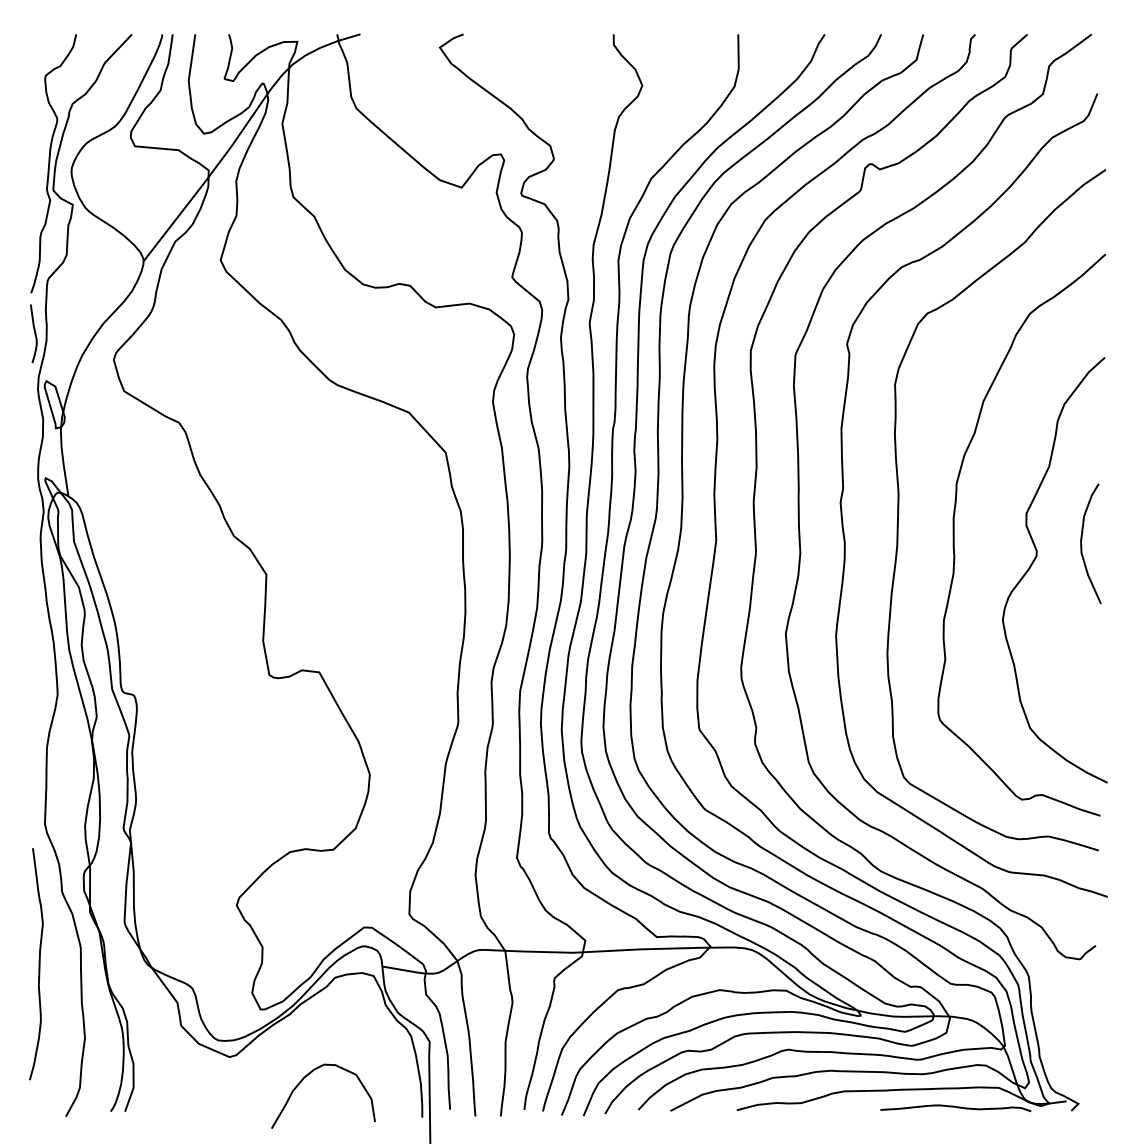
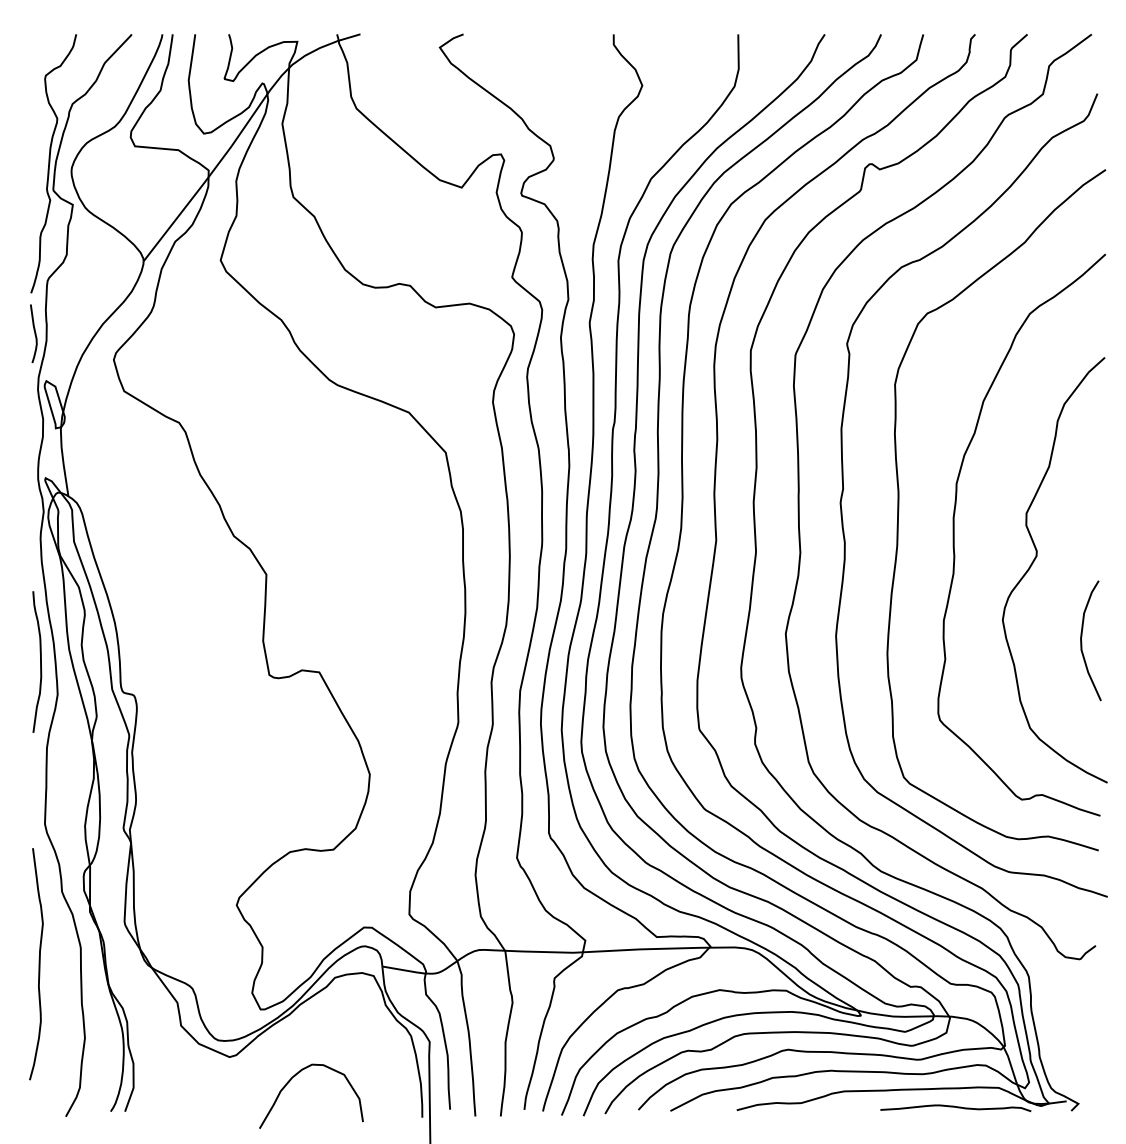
curve at (1082, 544) position: (1082, 544) -> (1082, 641)
curve at (40, 661): none -> present
curve at (306, 1077) position: (306, 1077) -> (294, 1077)
